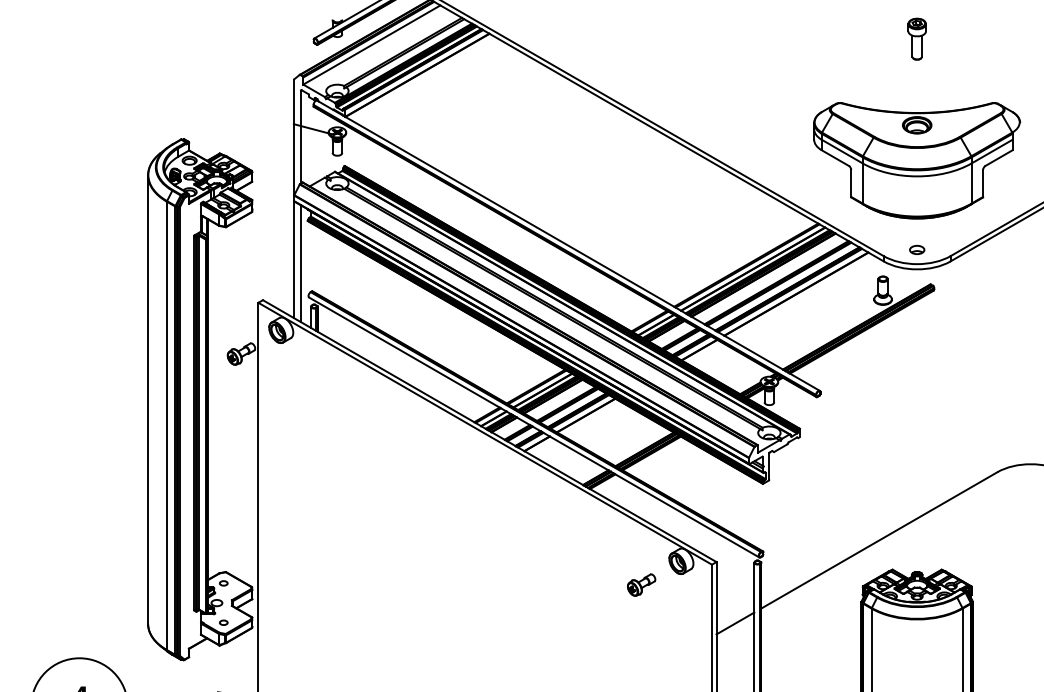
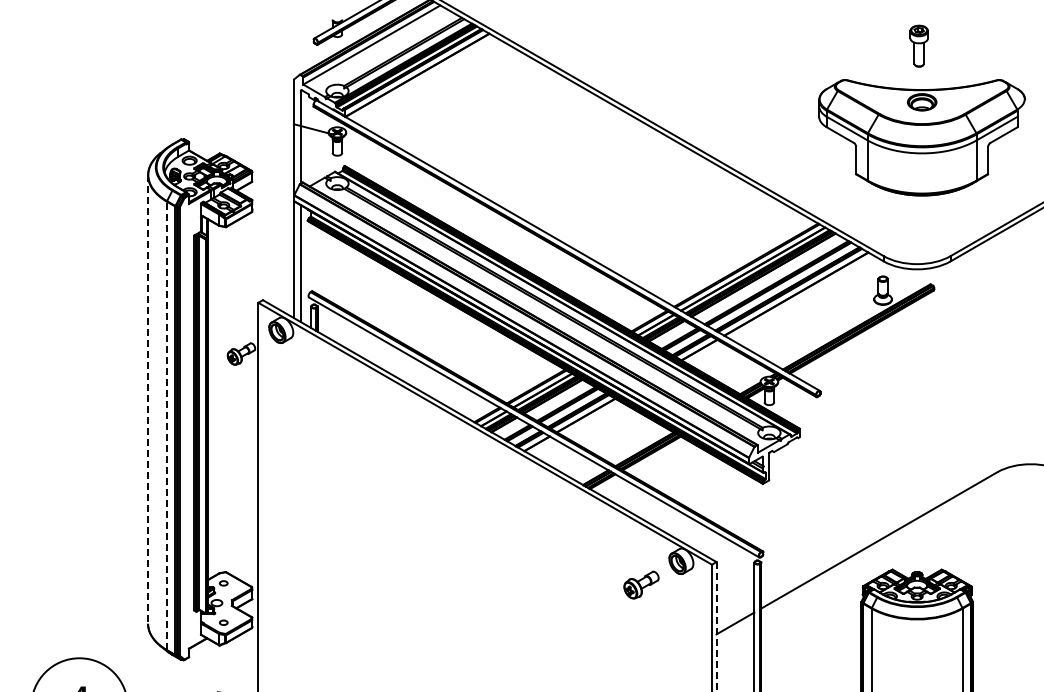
part at (916, 38) position: (916, 38) -> (918, 45)
part at (917, 160) position: (917, 160) -> (922, 137)
part at (917, 249): present -> none
line at (148, 400): solid -> dashed
line at (166, 425): solid -> dashed
part at (641, 584) size: 30x24 px -> 37x30 px
line at (716, 627): solid -> dashed
